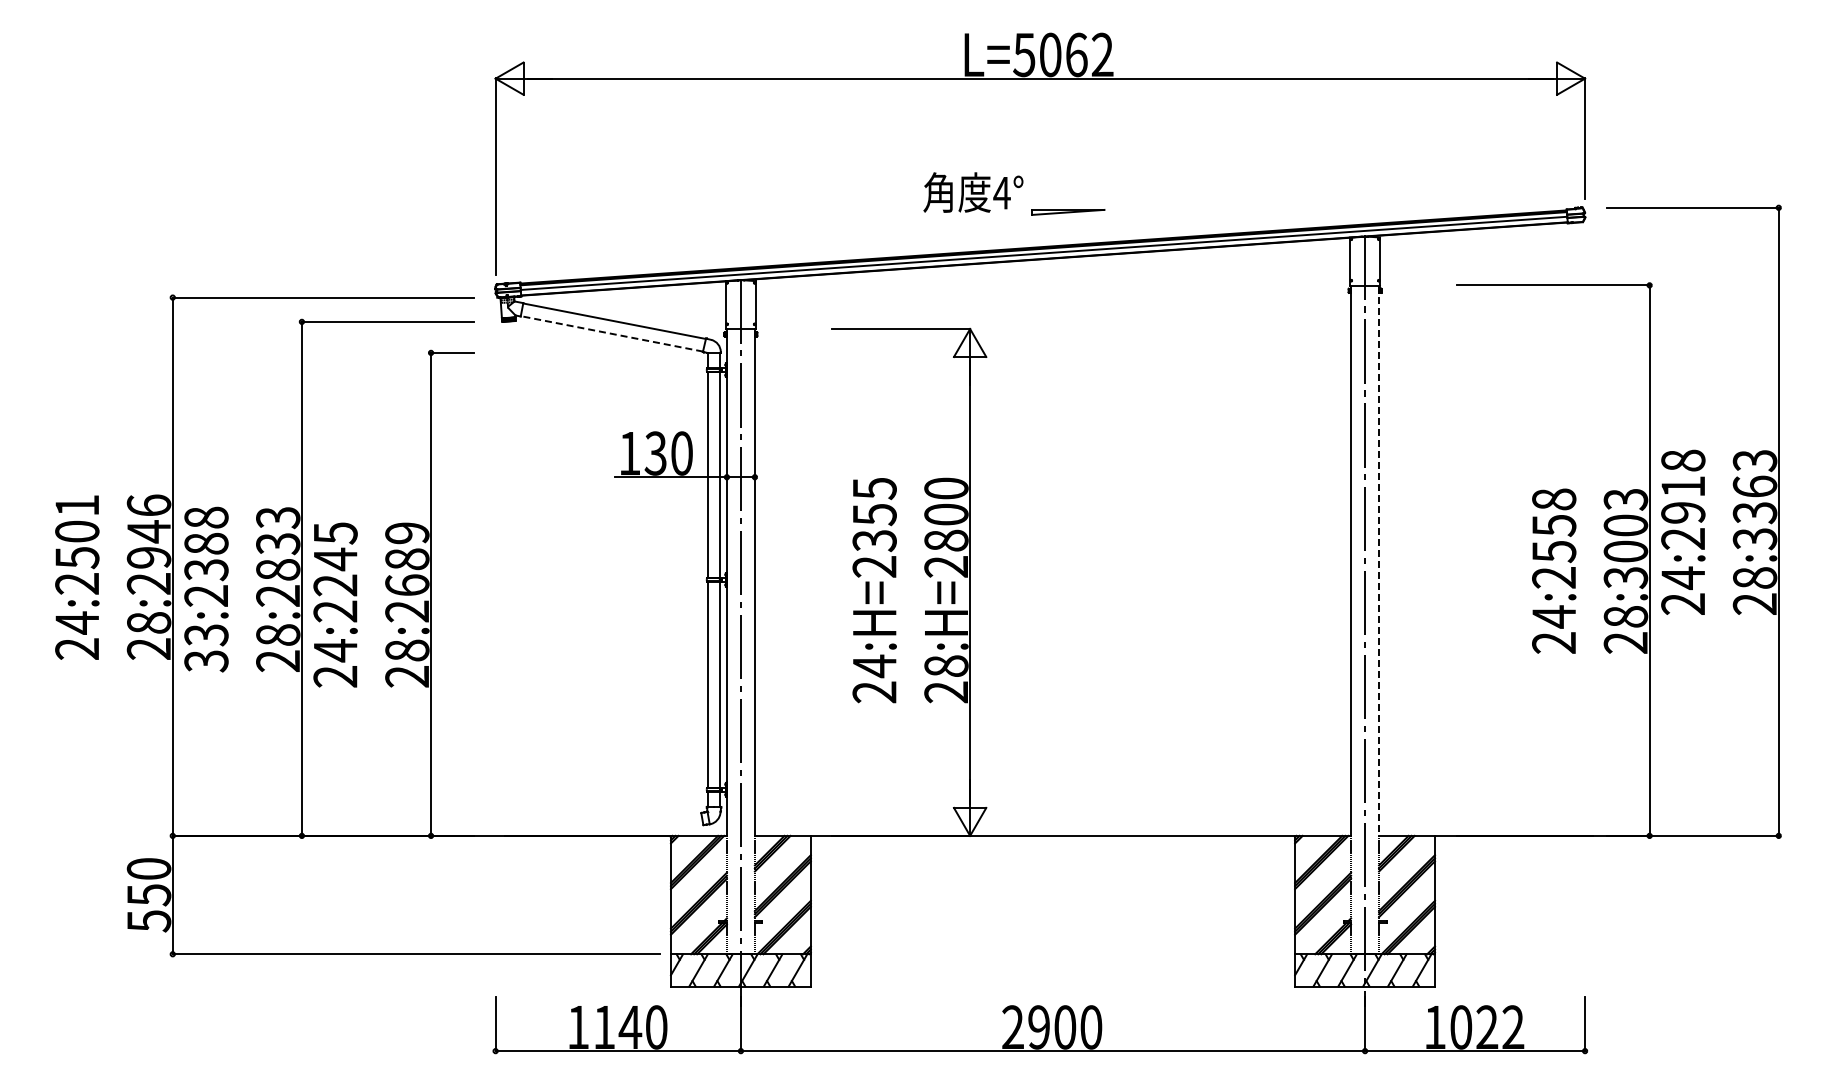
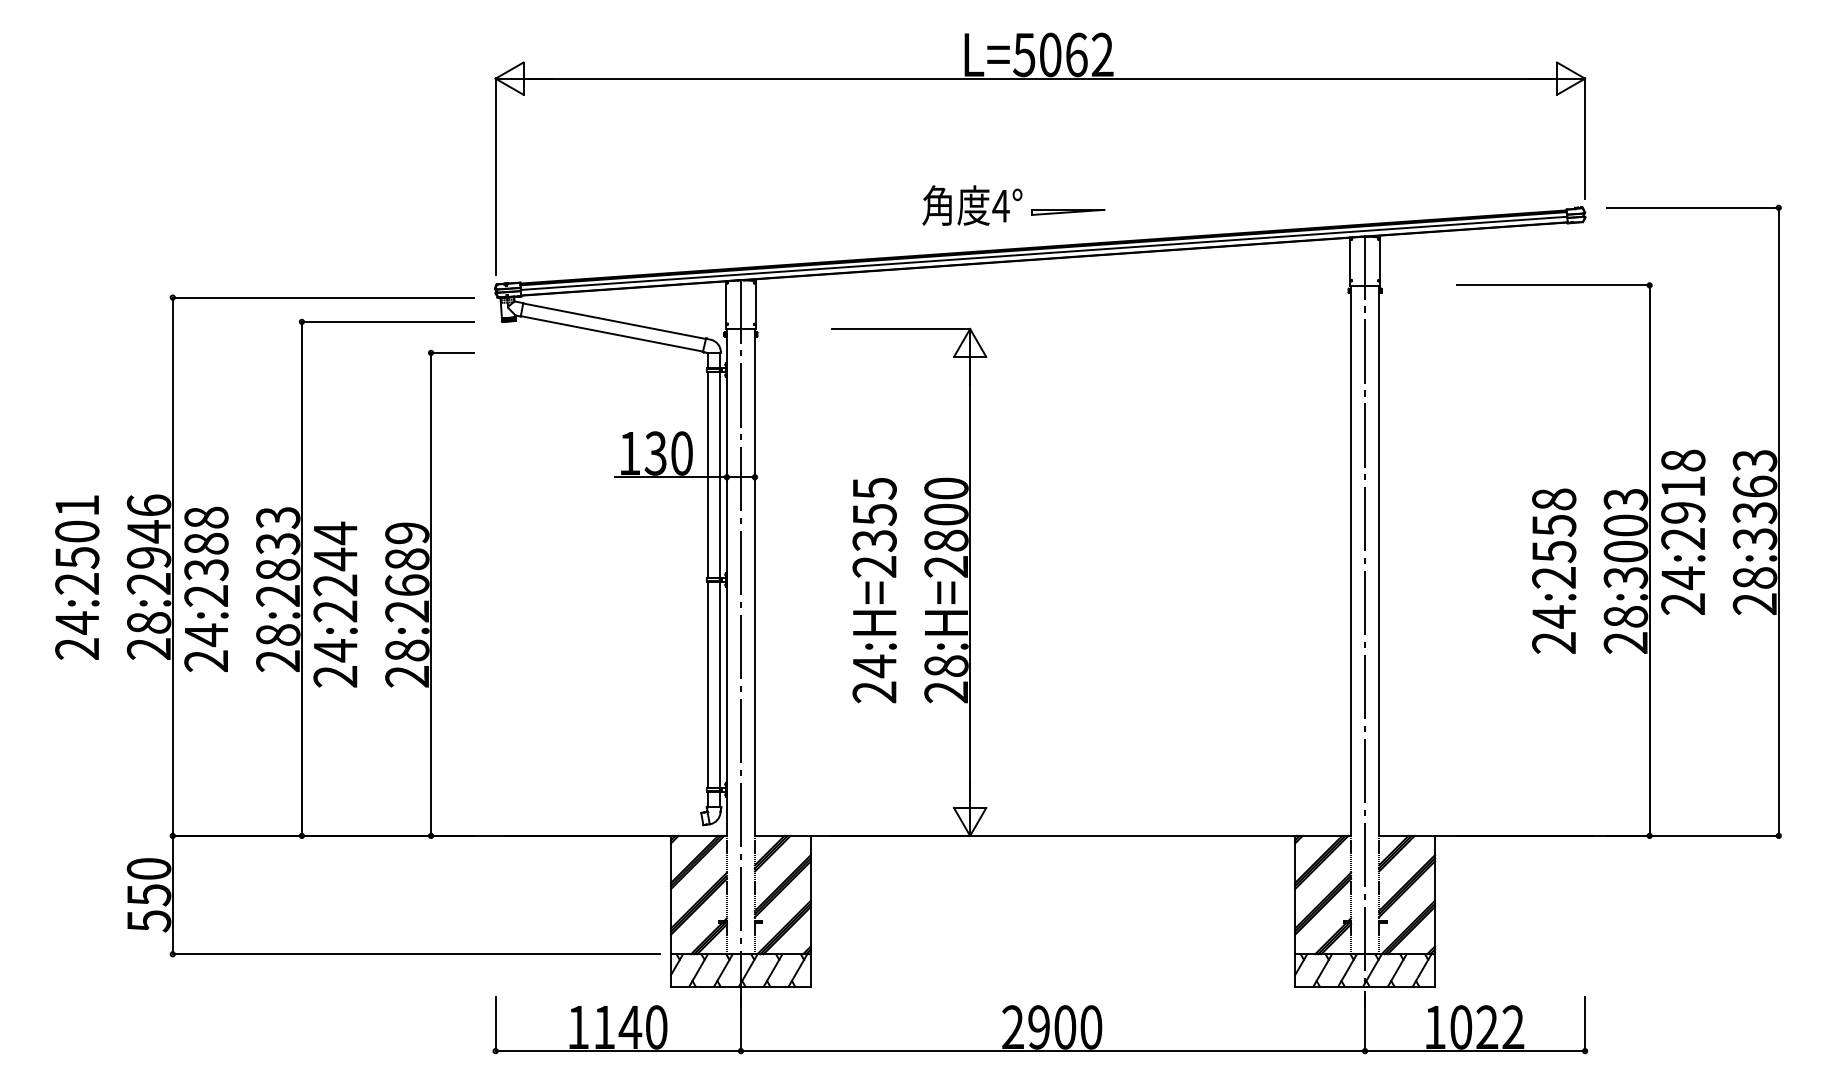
text at (973, 192) position: (973, 192) -> (972, 205)
line at (611, 333): dashed -> solid
text at (335, 533): 24:2245 -> 24:2244
line at (1379, 561): dashed -> solid
text at (206, 647): 33:2388 -> 24:2388
